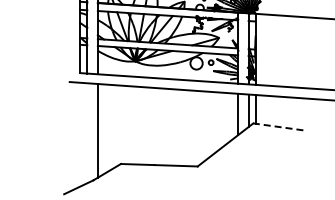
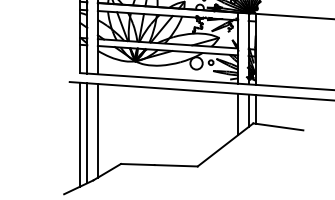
line at (277, 126): dashed -> solid
line at (87, 133): none -> present
line at (80, 134): none -> present
